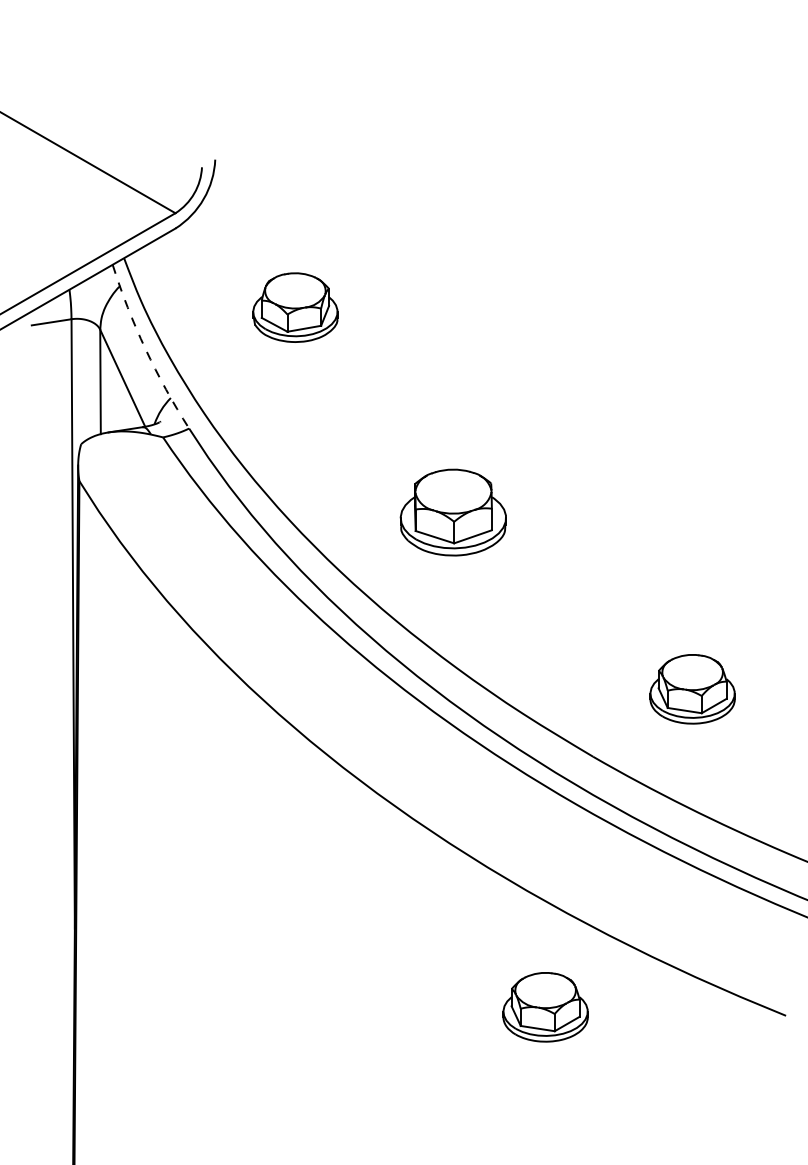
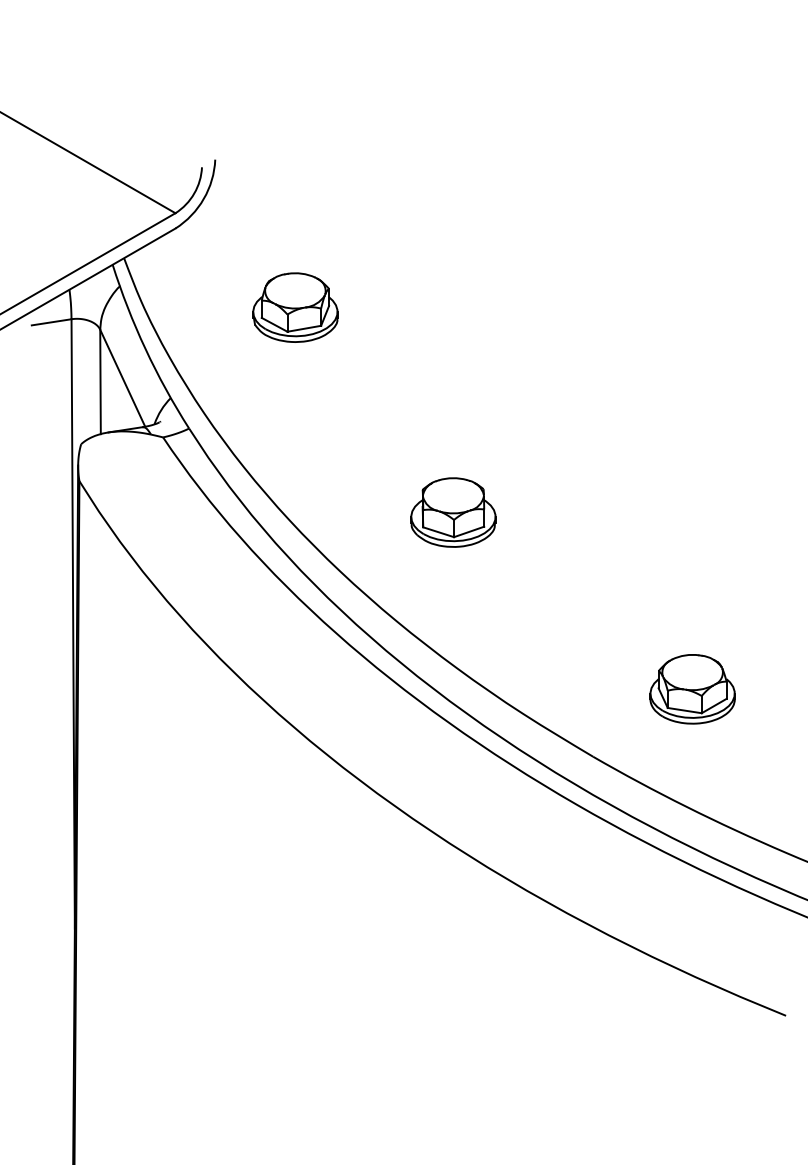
arc at (145, 349): dashed -> solid
part at (452, 512) size: 108x89 px -> 87x71 px
part at (545, 1007): present -> none
